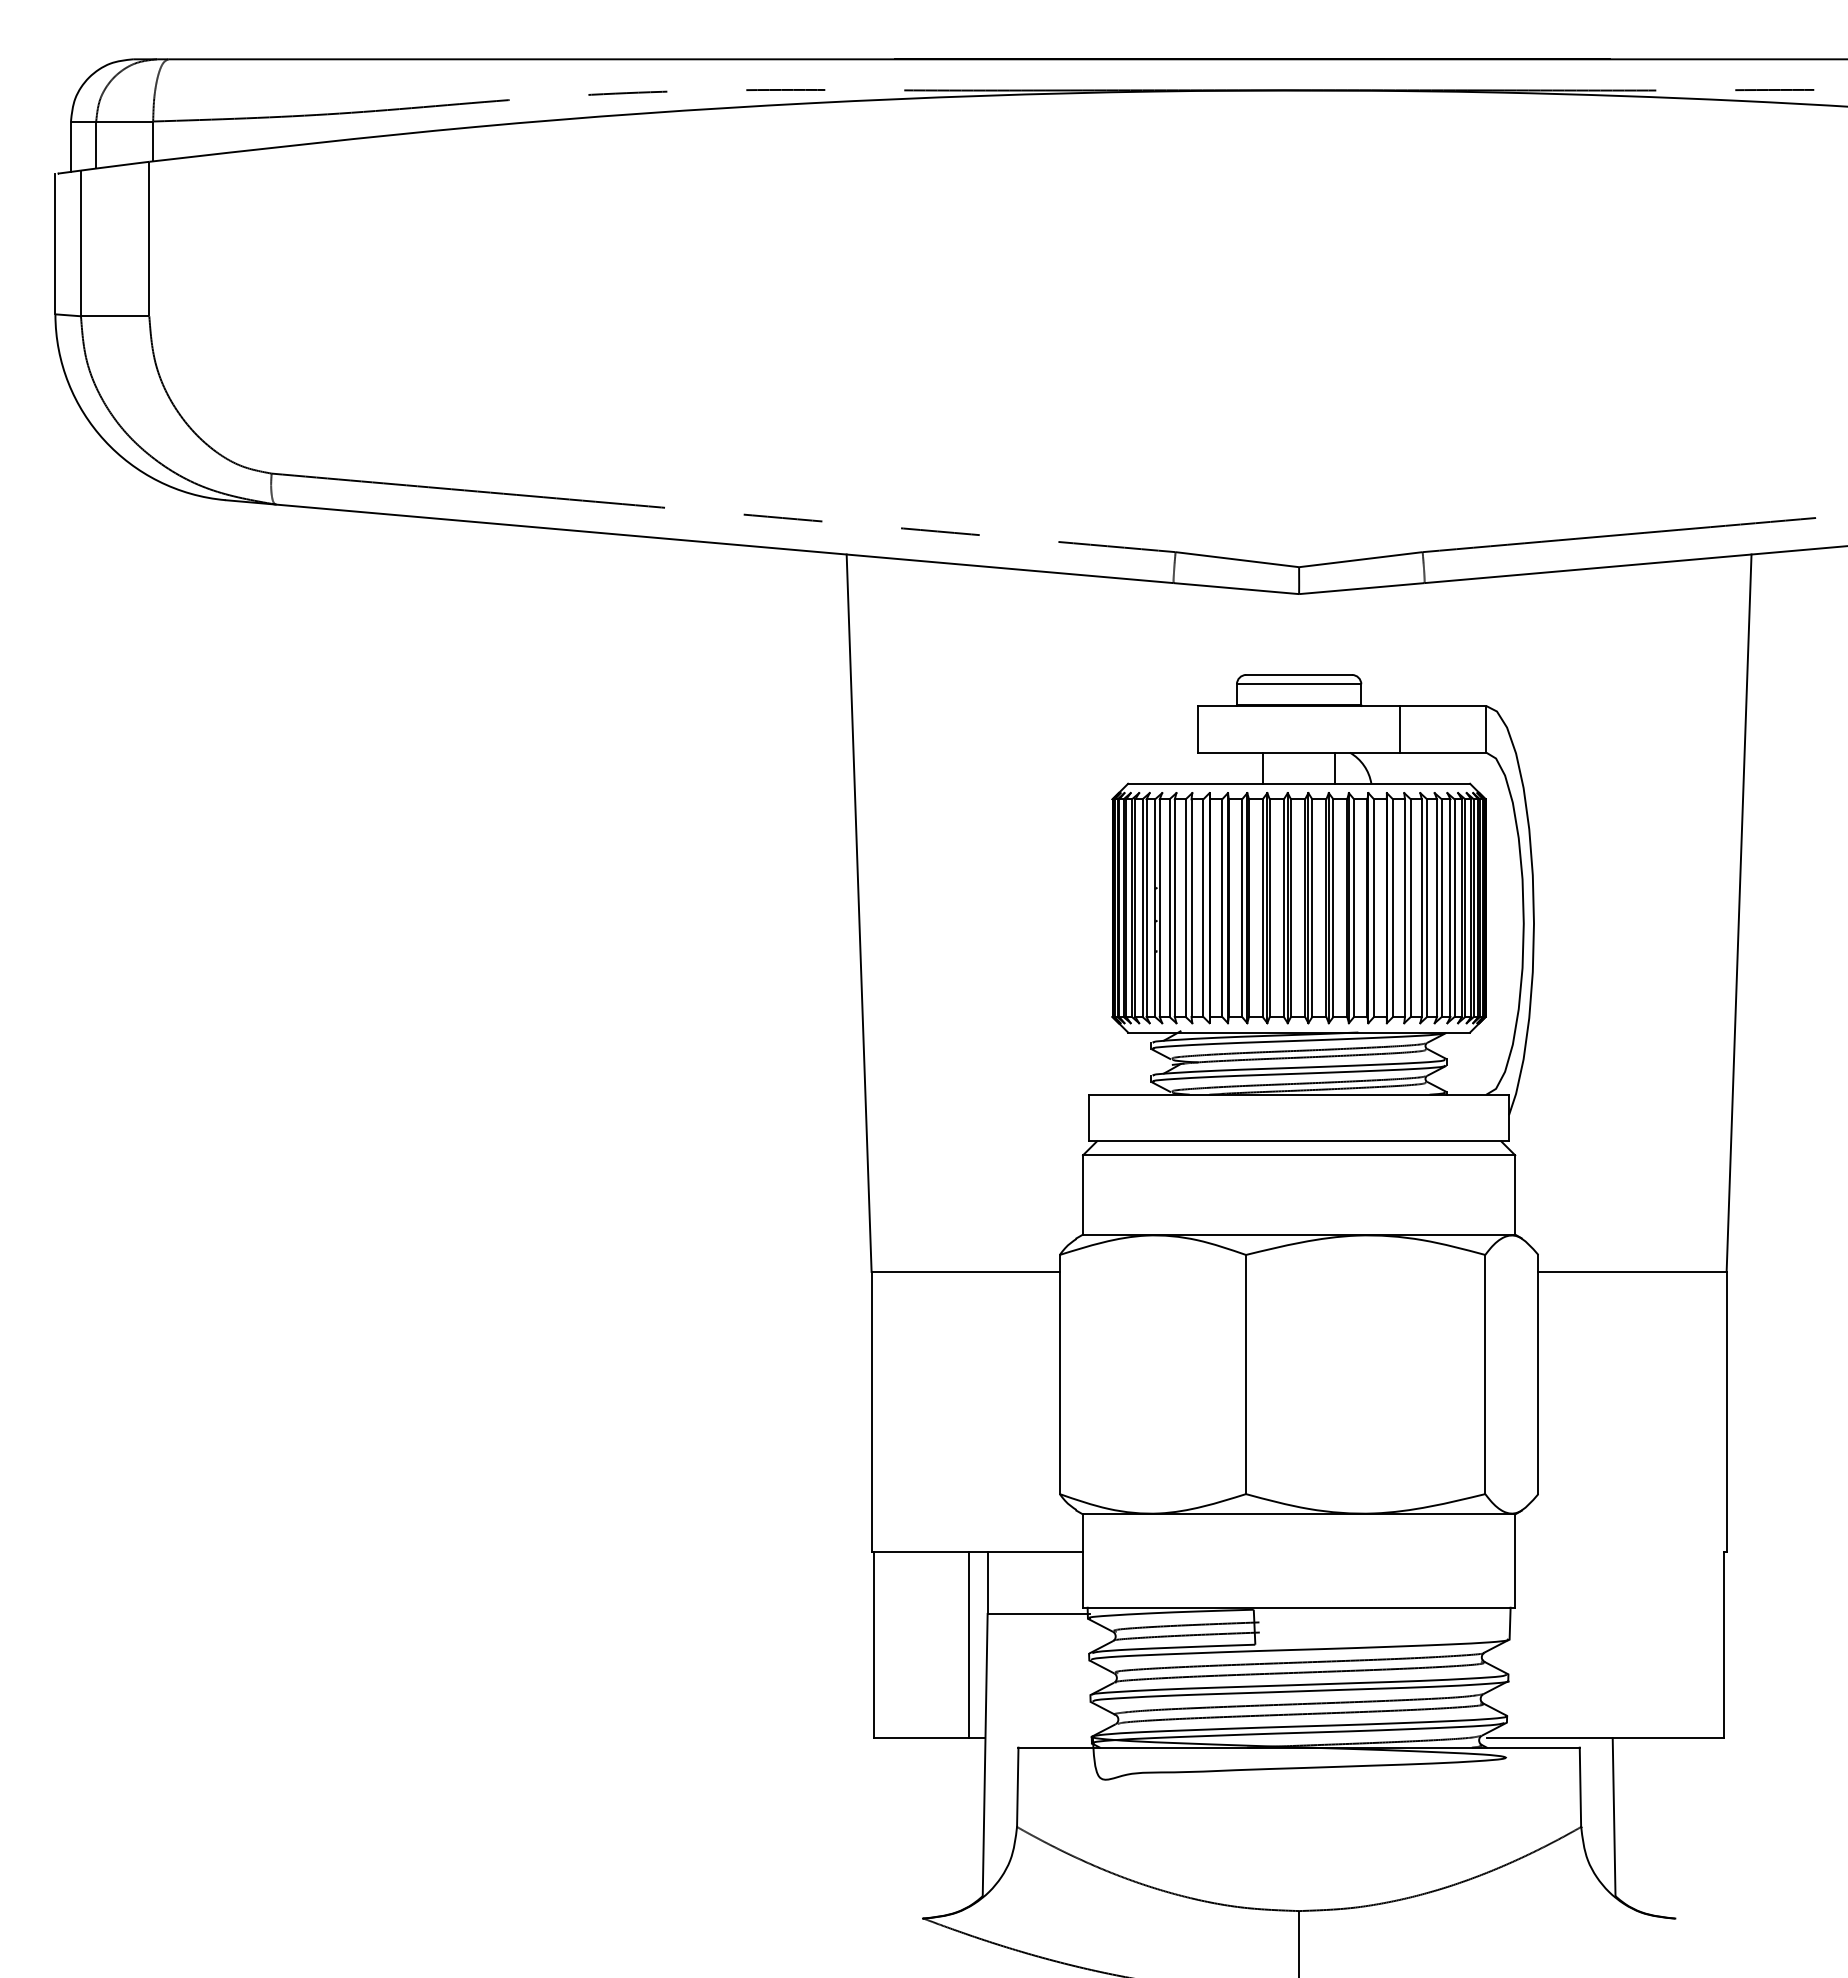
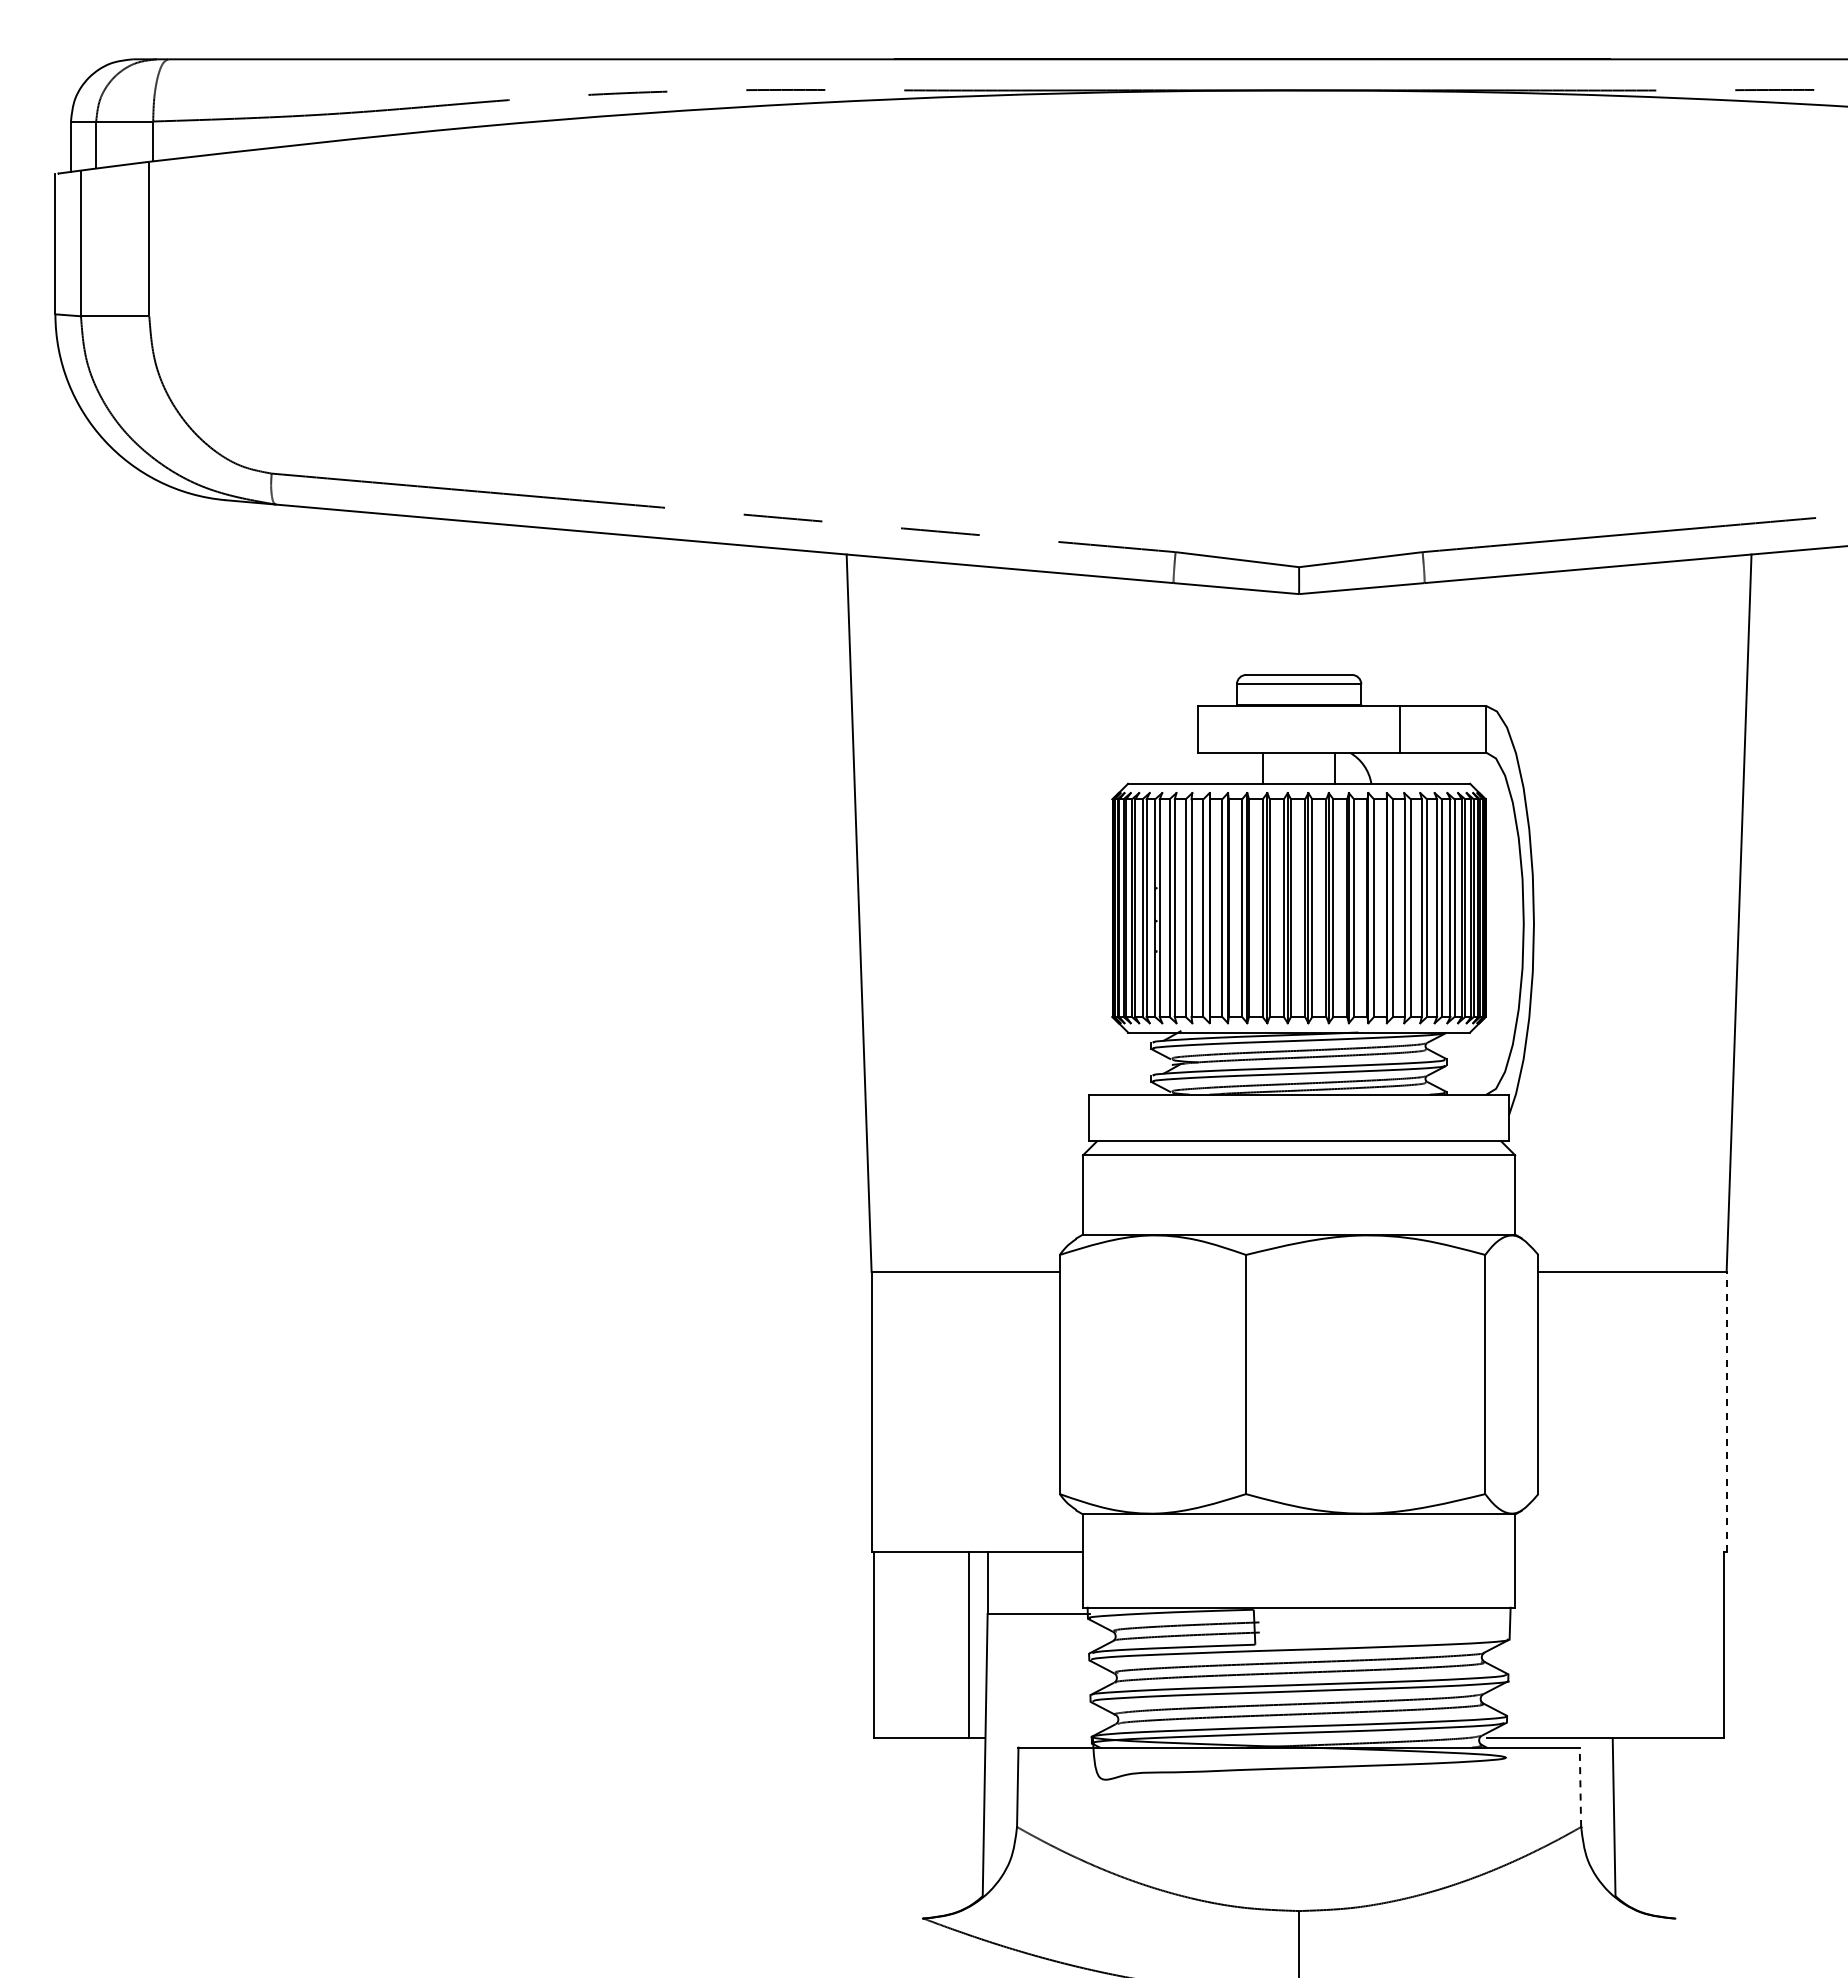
line at (1726, 1411): solid -> dashed
line at (1580, 1787): solid -> dashed
